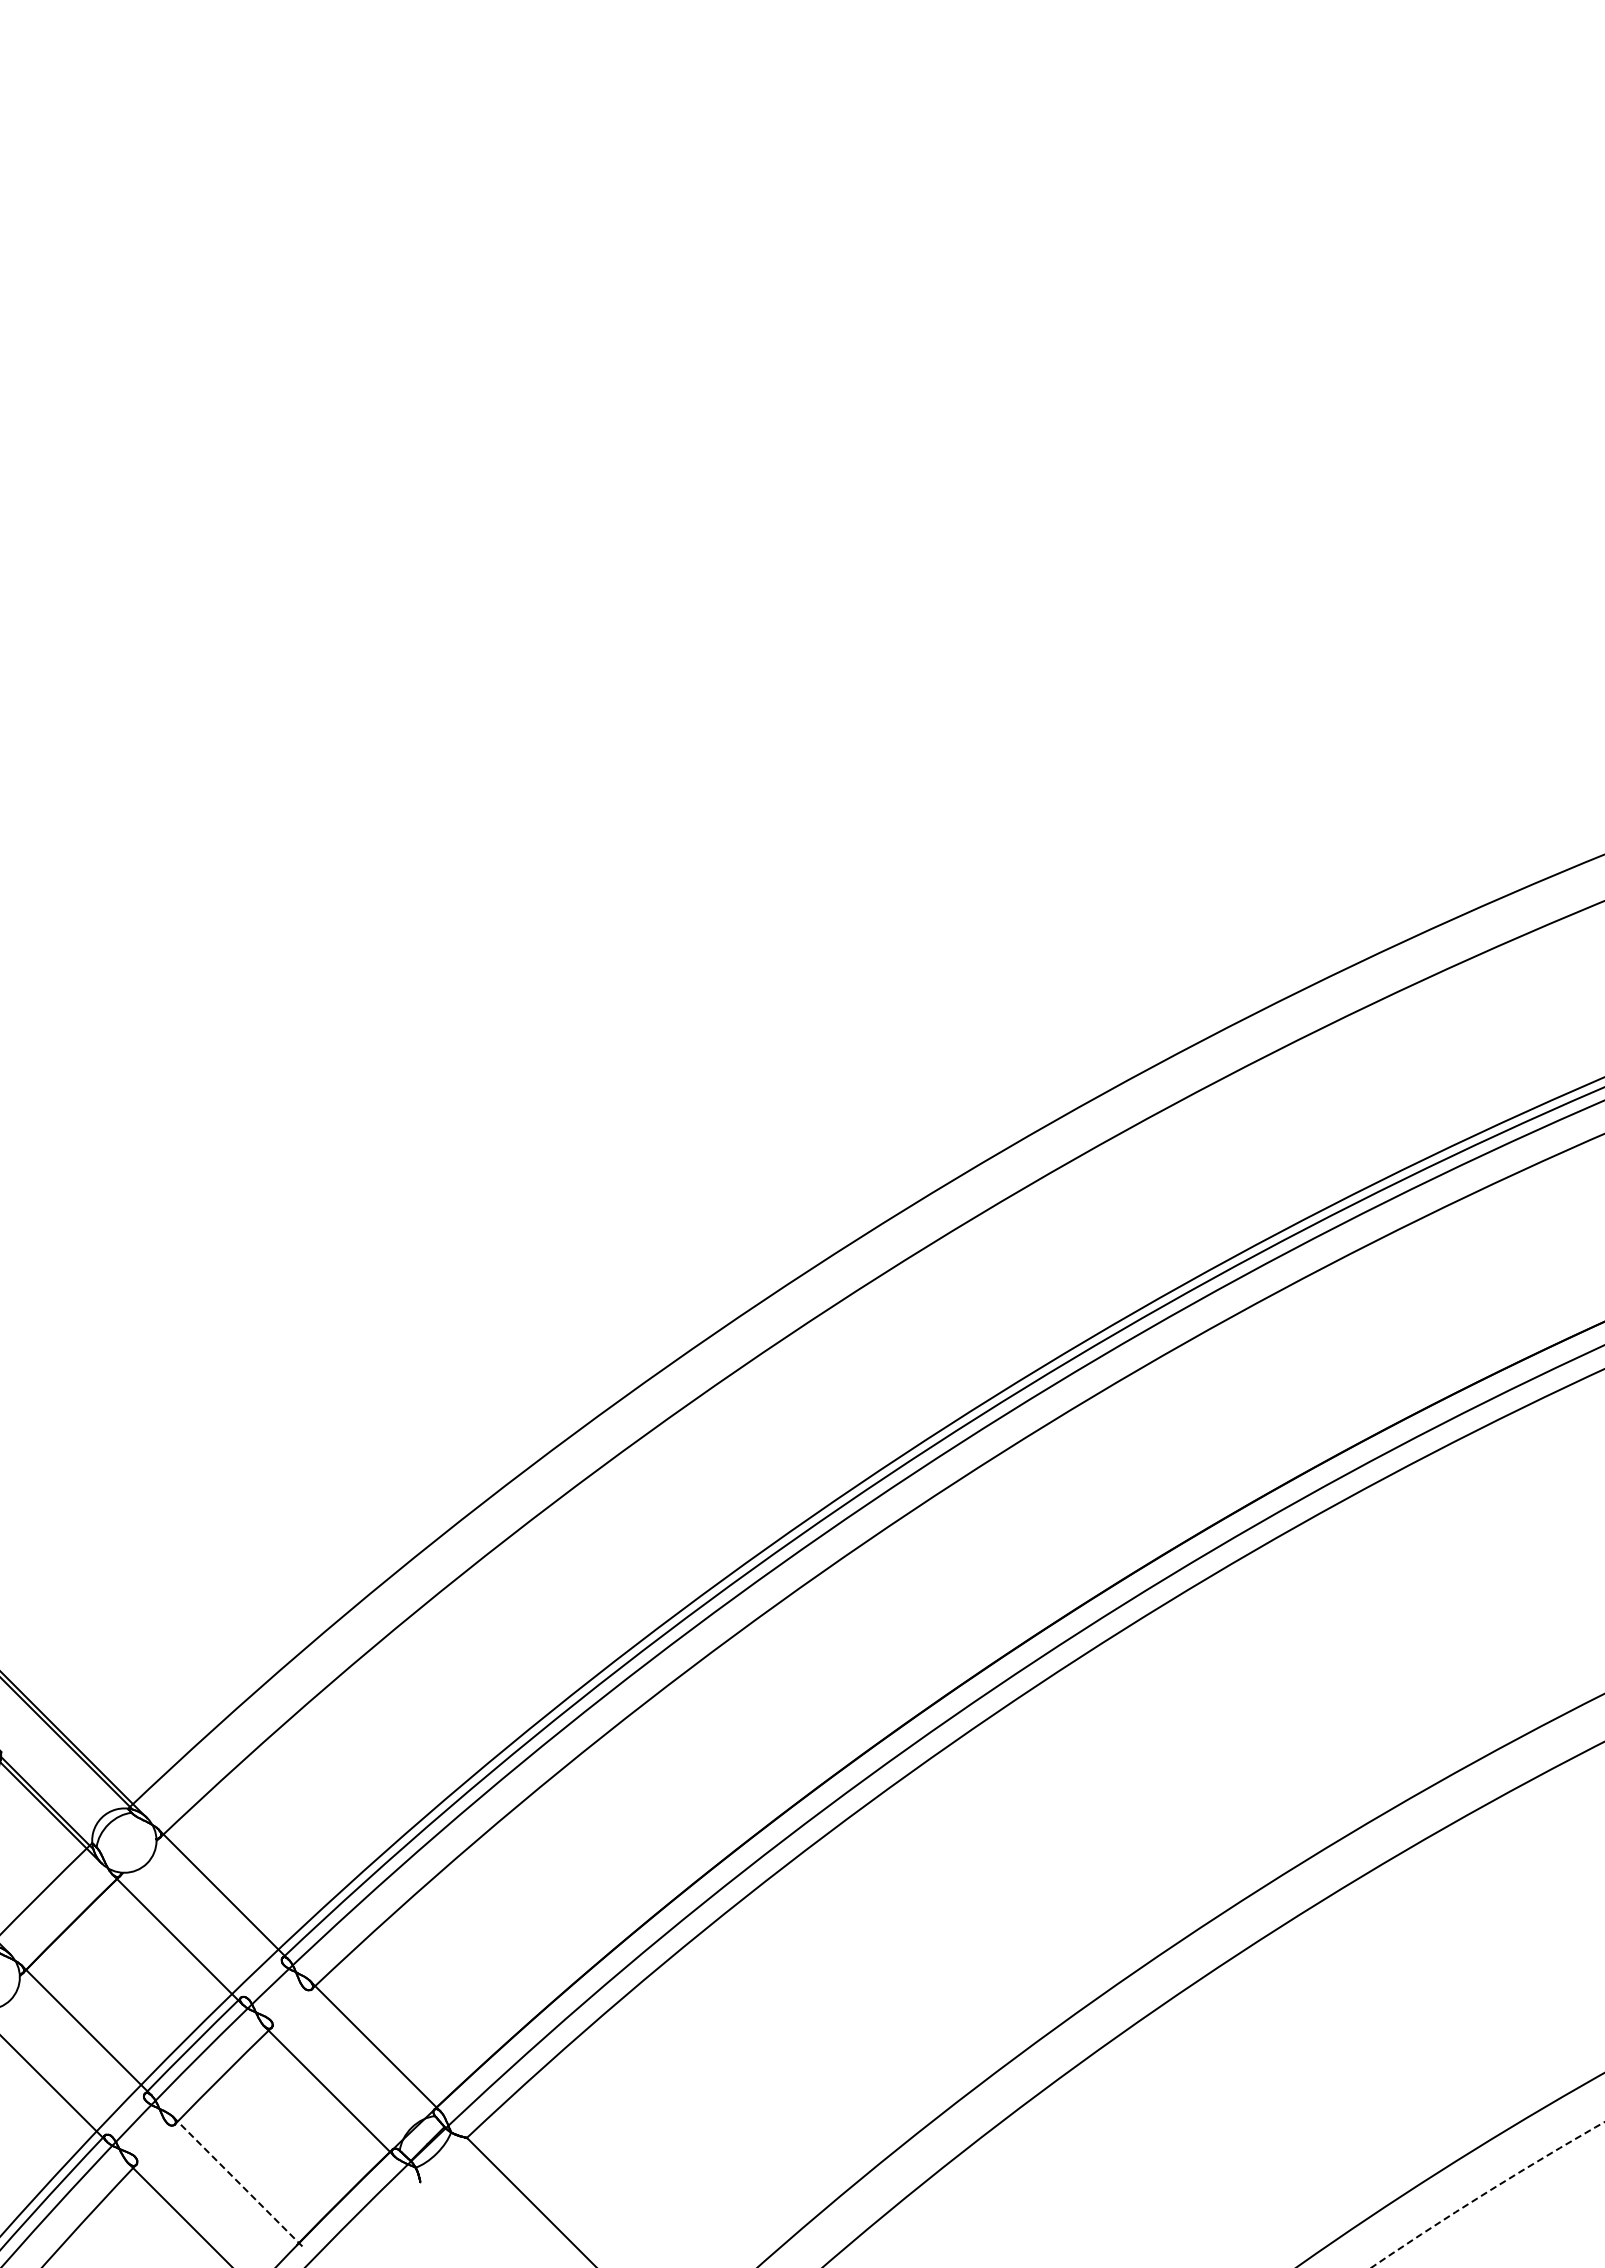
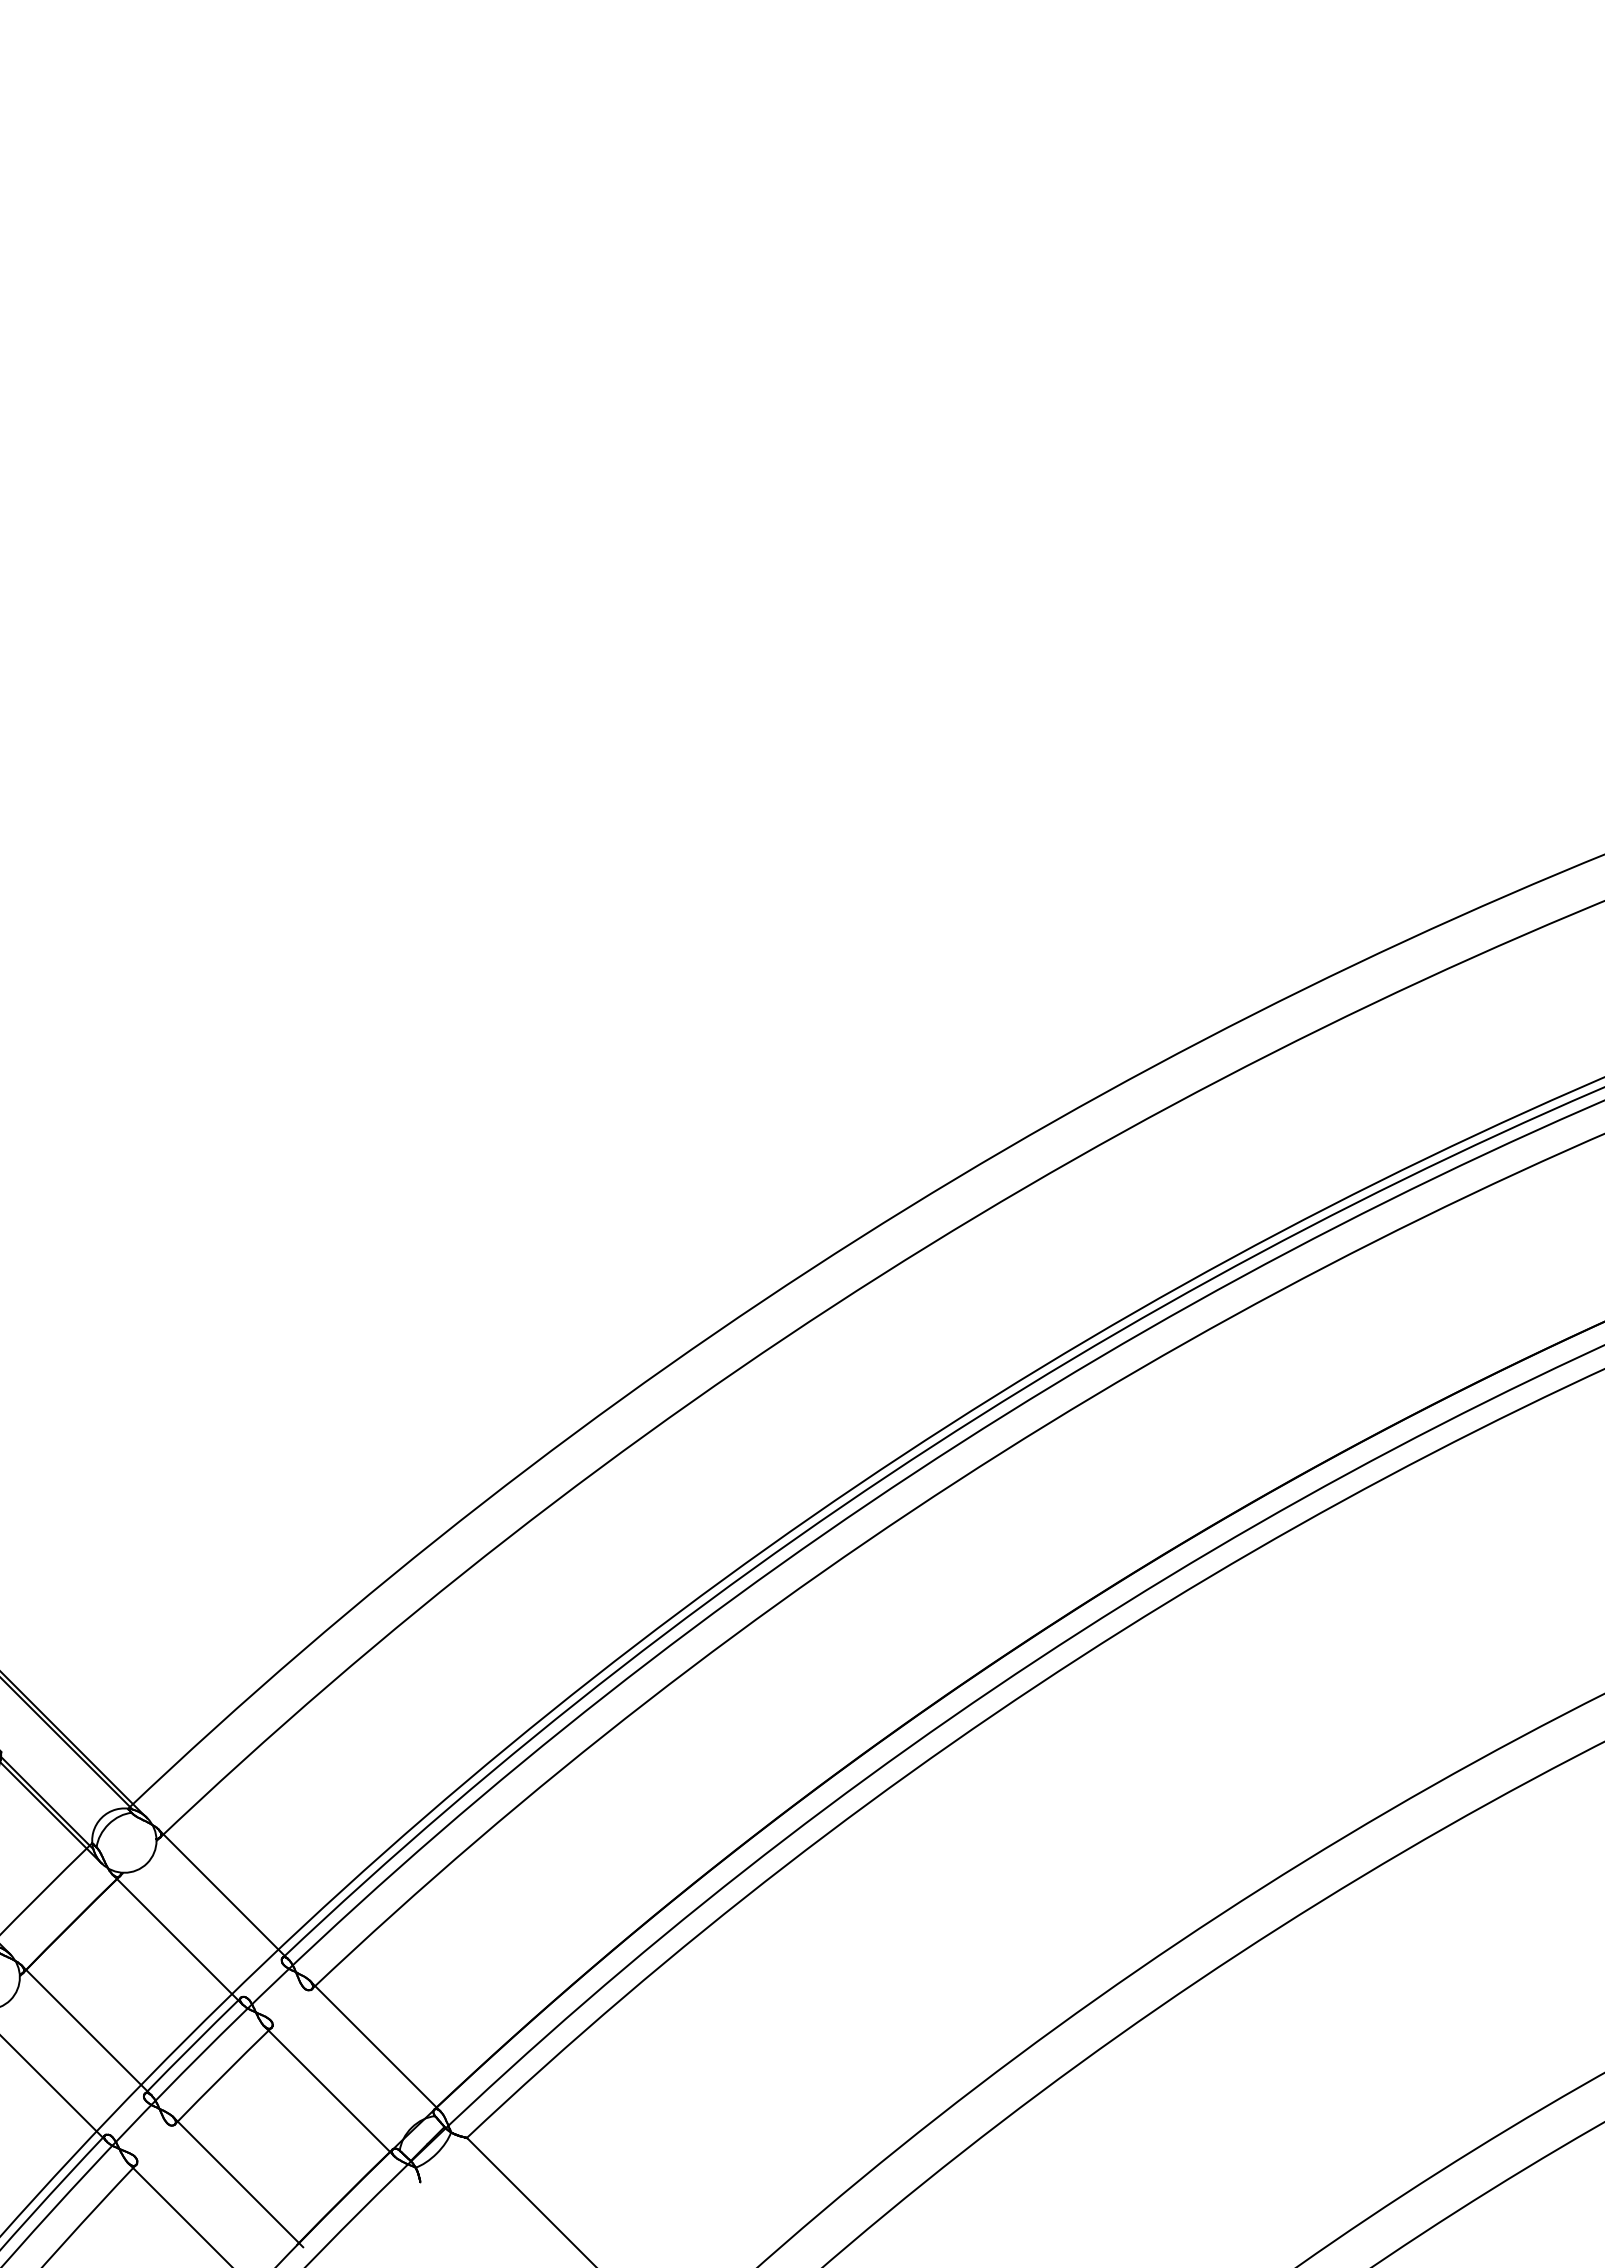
line at (238, 2182): dashed -> solid
arc at (1486, 2193): dashed -> solid
